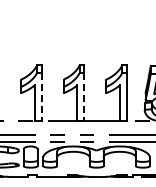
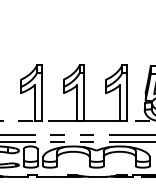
line at (41, 96): dashed -> solid
line at (84, 96): dashed -> solid
